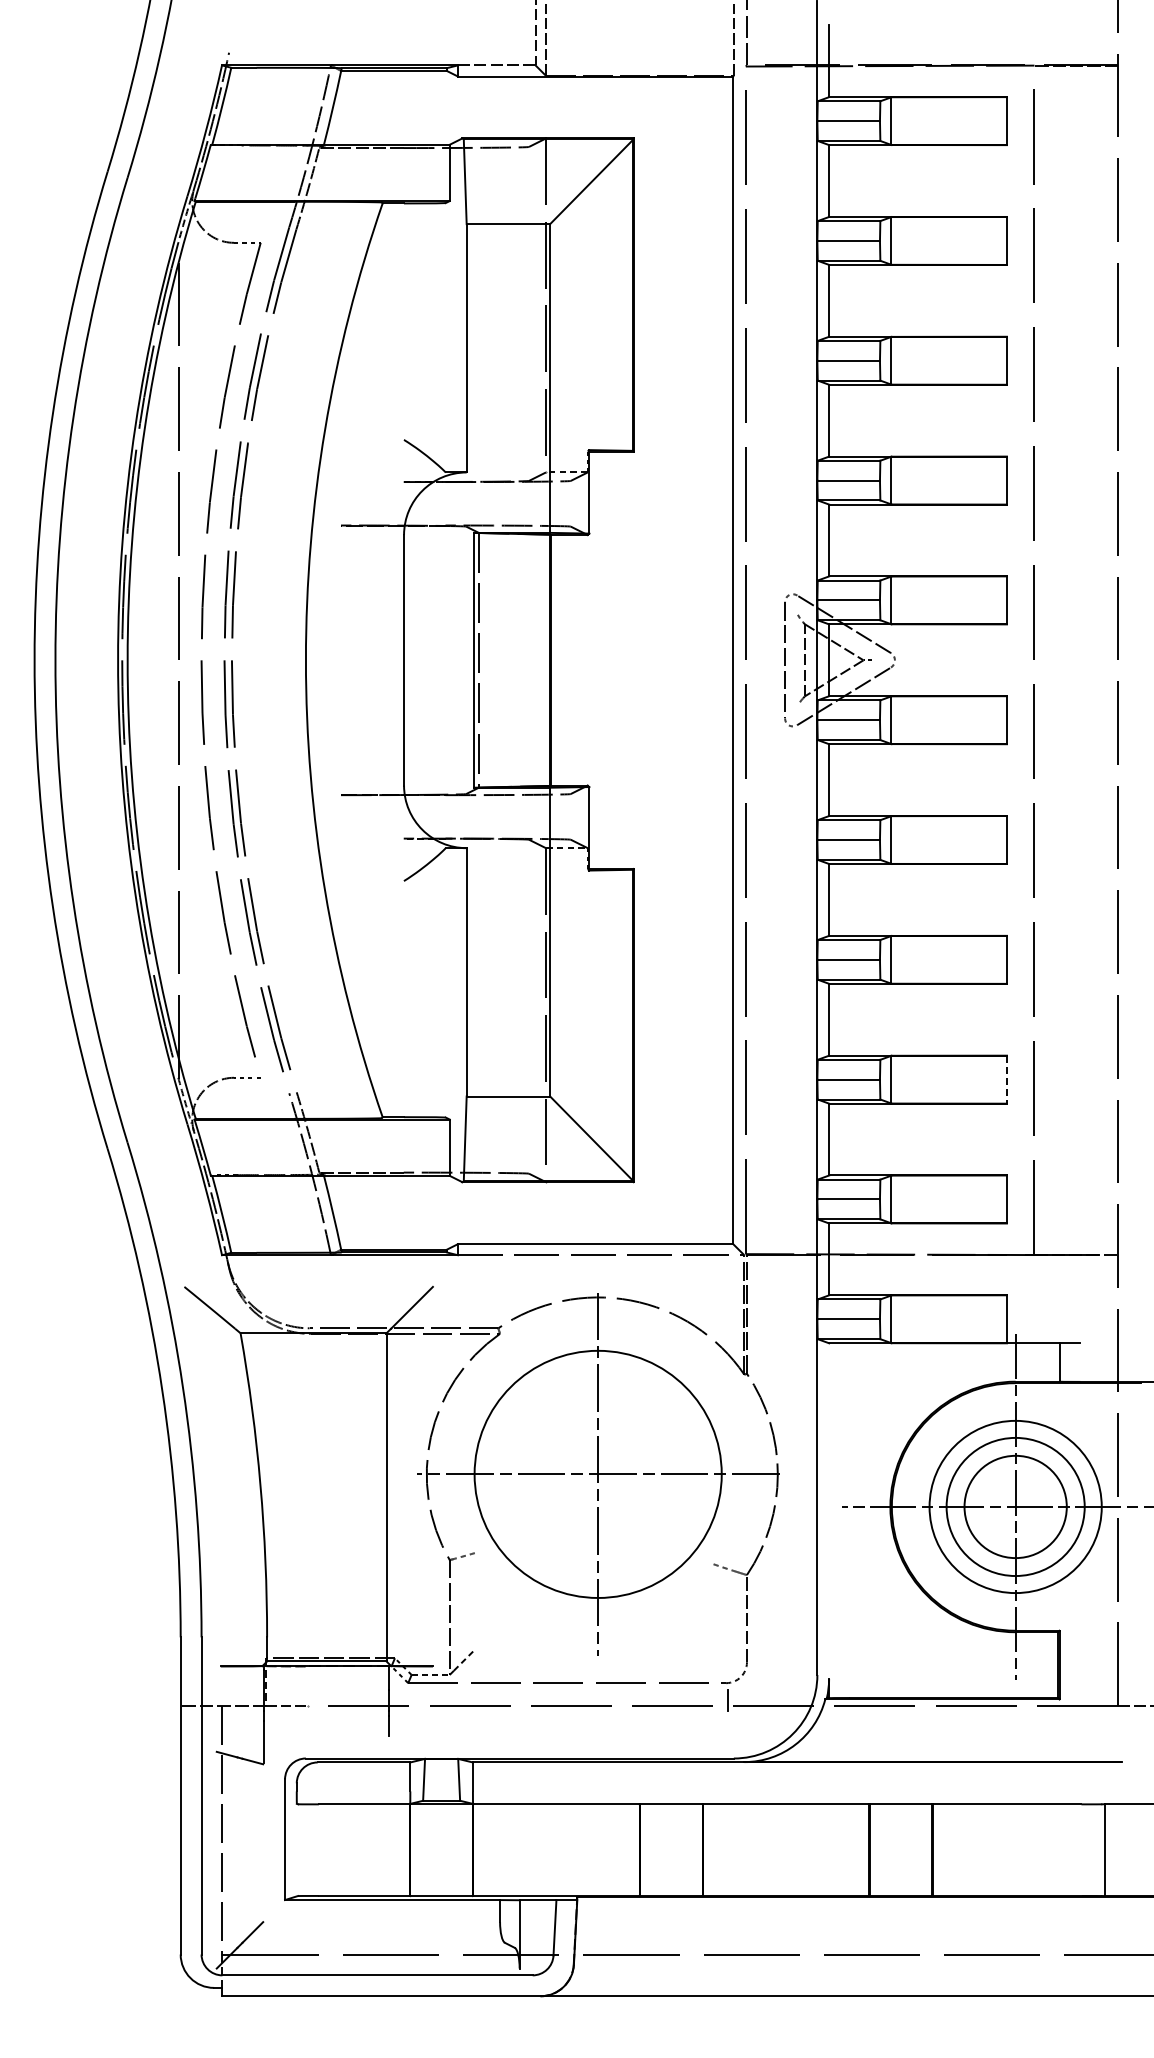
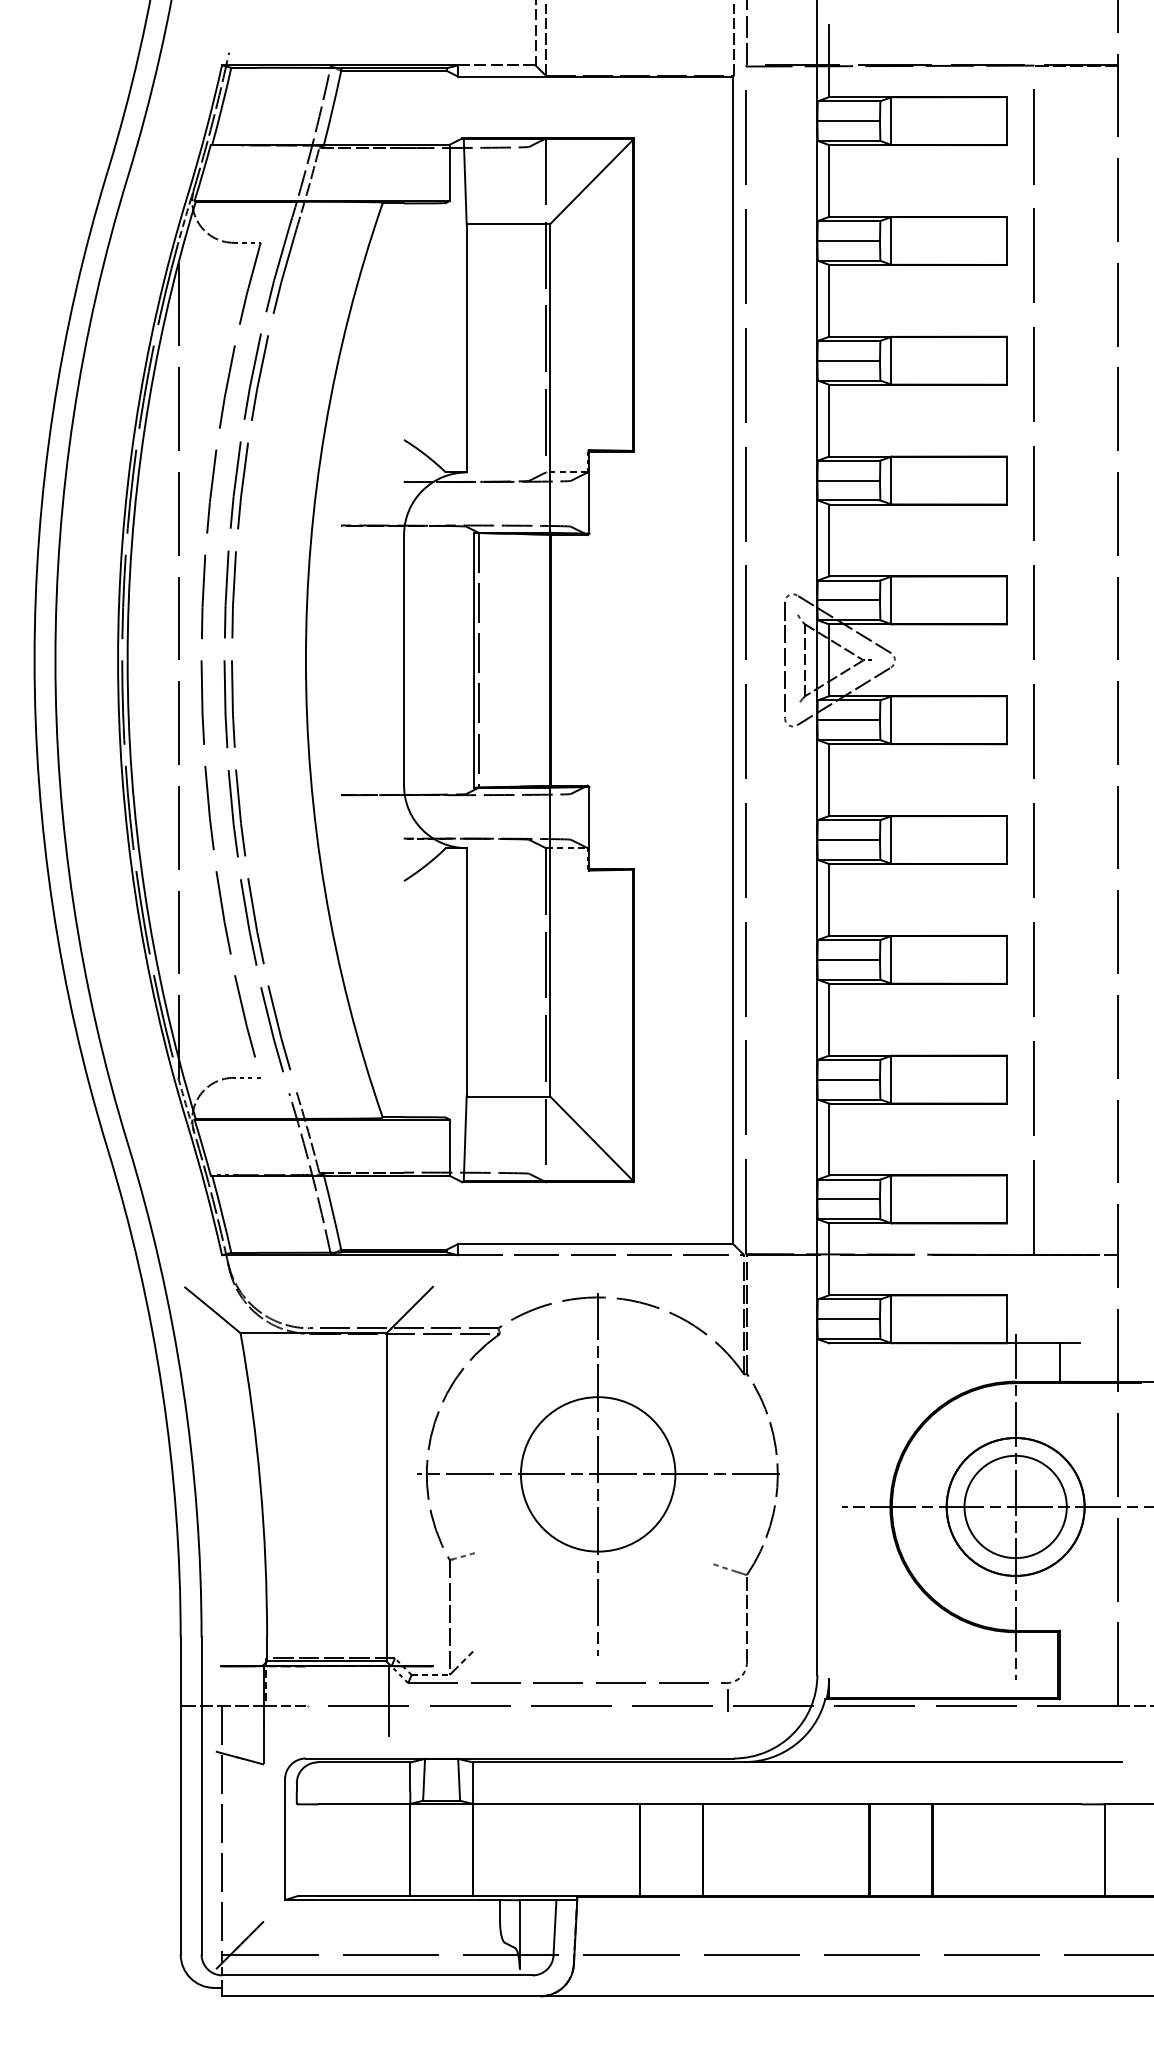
line at (1006, 1080): dashed -> solid
circle at (597, 1473) diameter: 247 px -> 154 px
circle at (1015, 1506) diameter: 172 px -> 138 px
